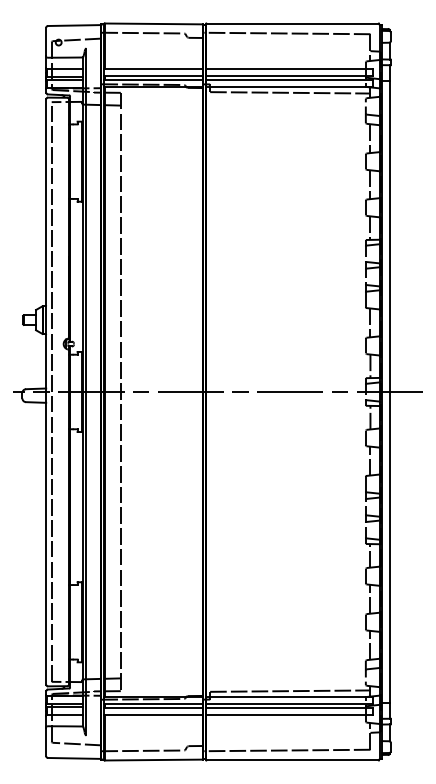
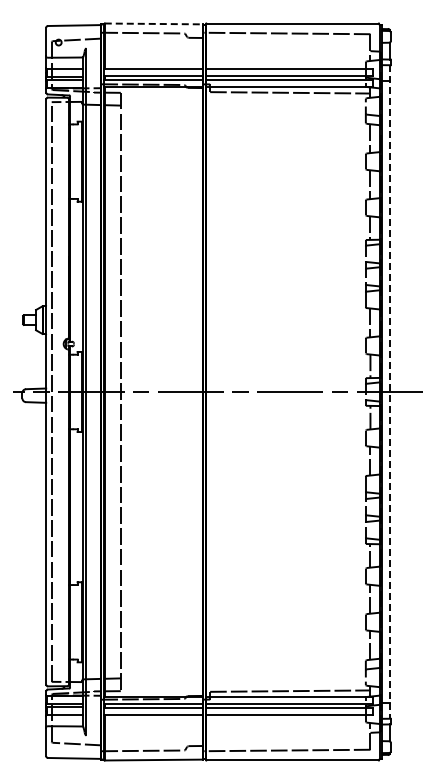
line at (154, 23): solid -> dashed
line at (389, 391): solid -> dashed
